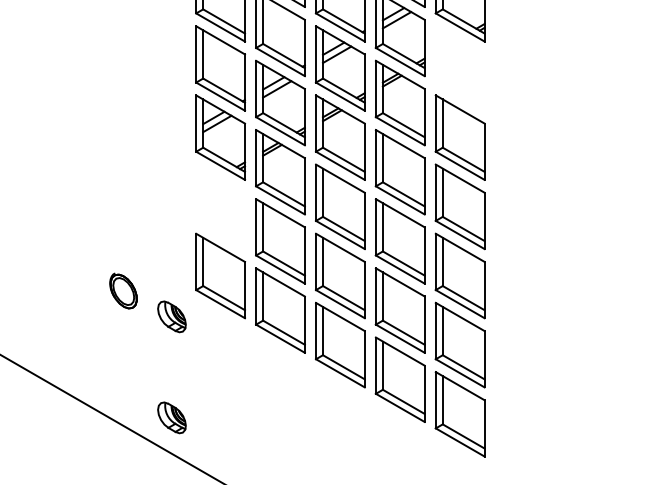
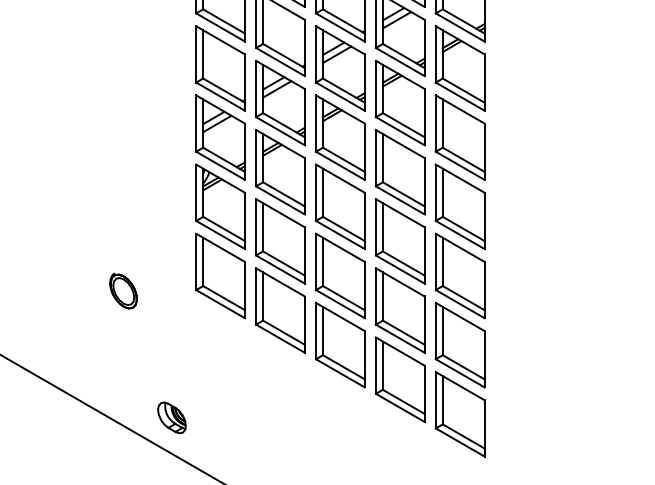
part at (459, 68): none -> present
part at (220, 206): none -> present
part at (171, 316): present -> none
